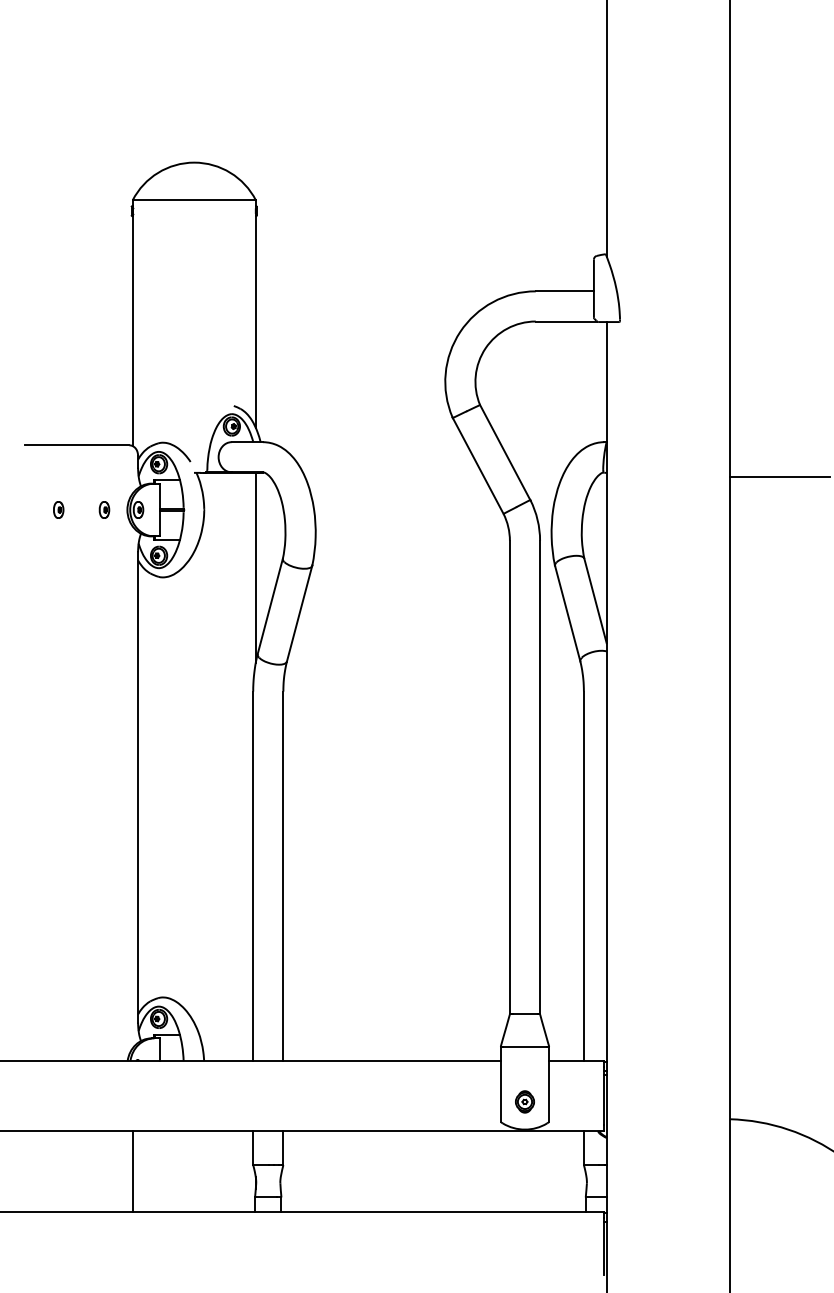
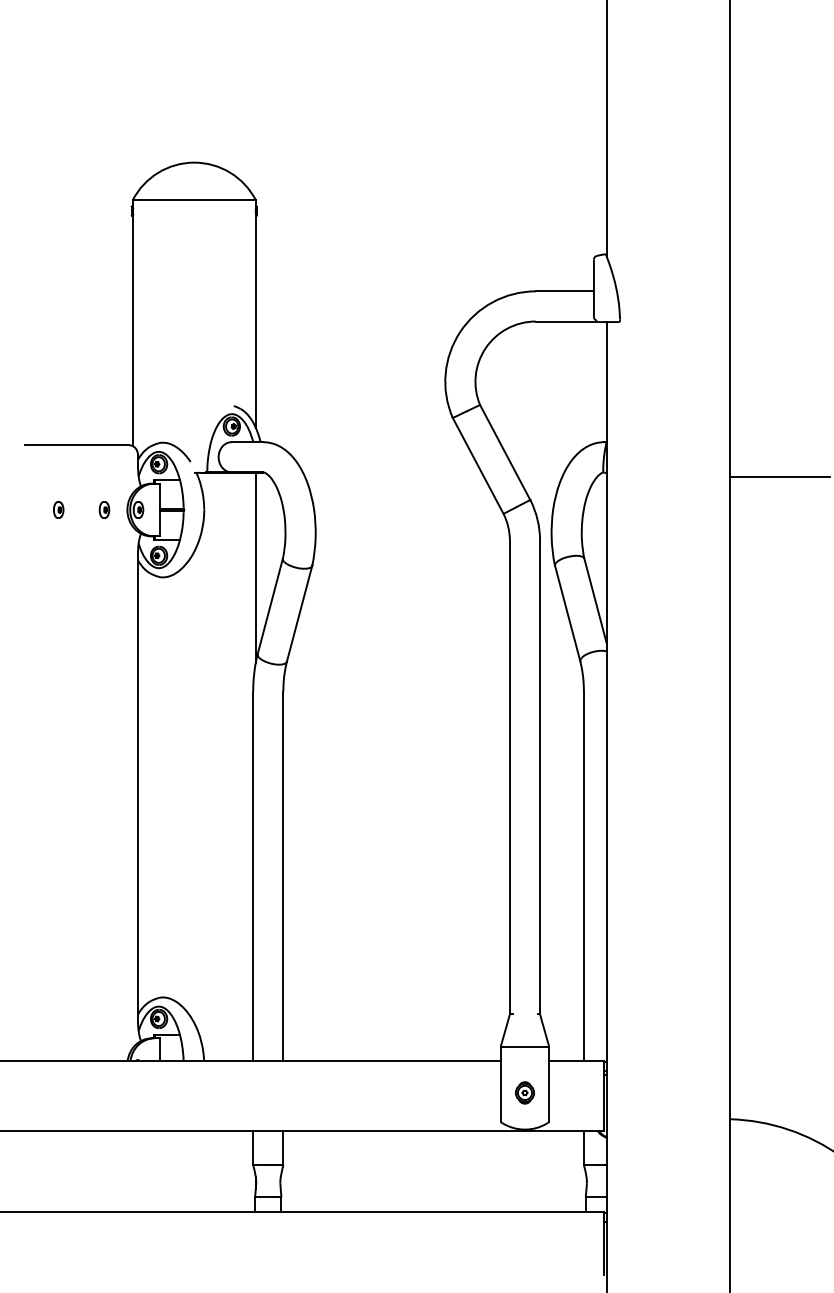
line at (525, 1014): present -> none
part at (524, 1101) position: (524, 1101) -> (524, 1092)
line at (132, 1171): present -> none
